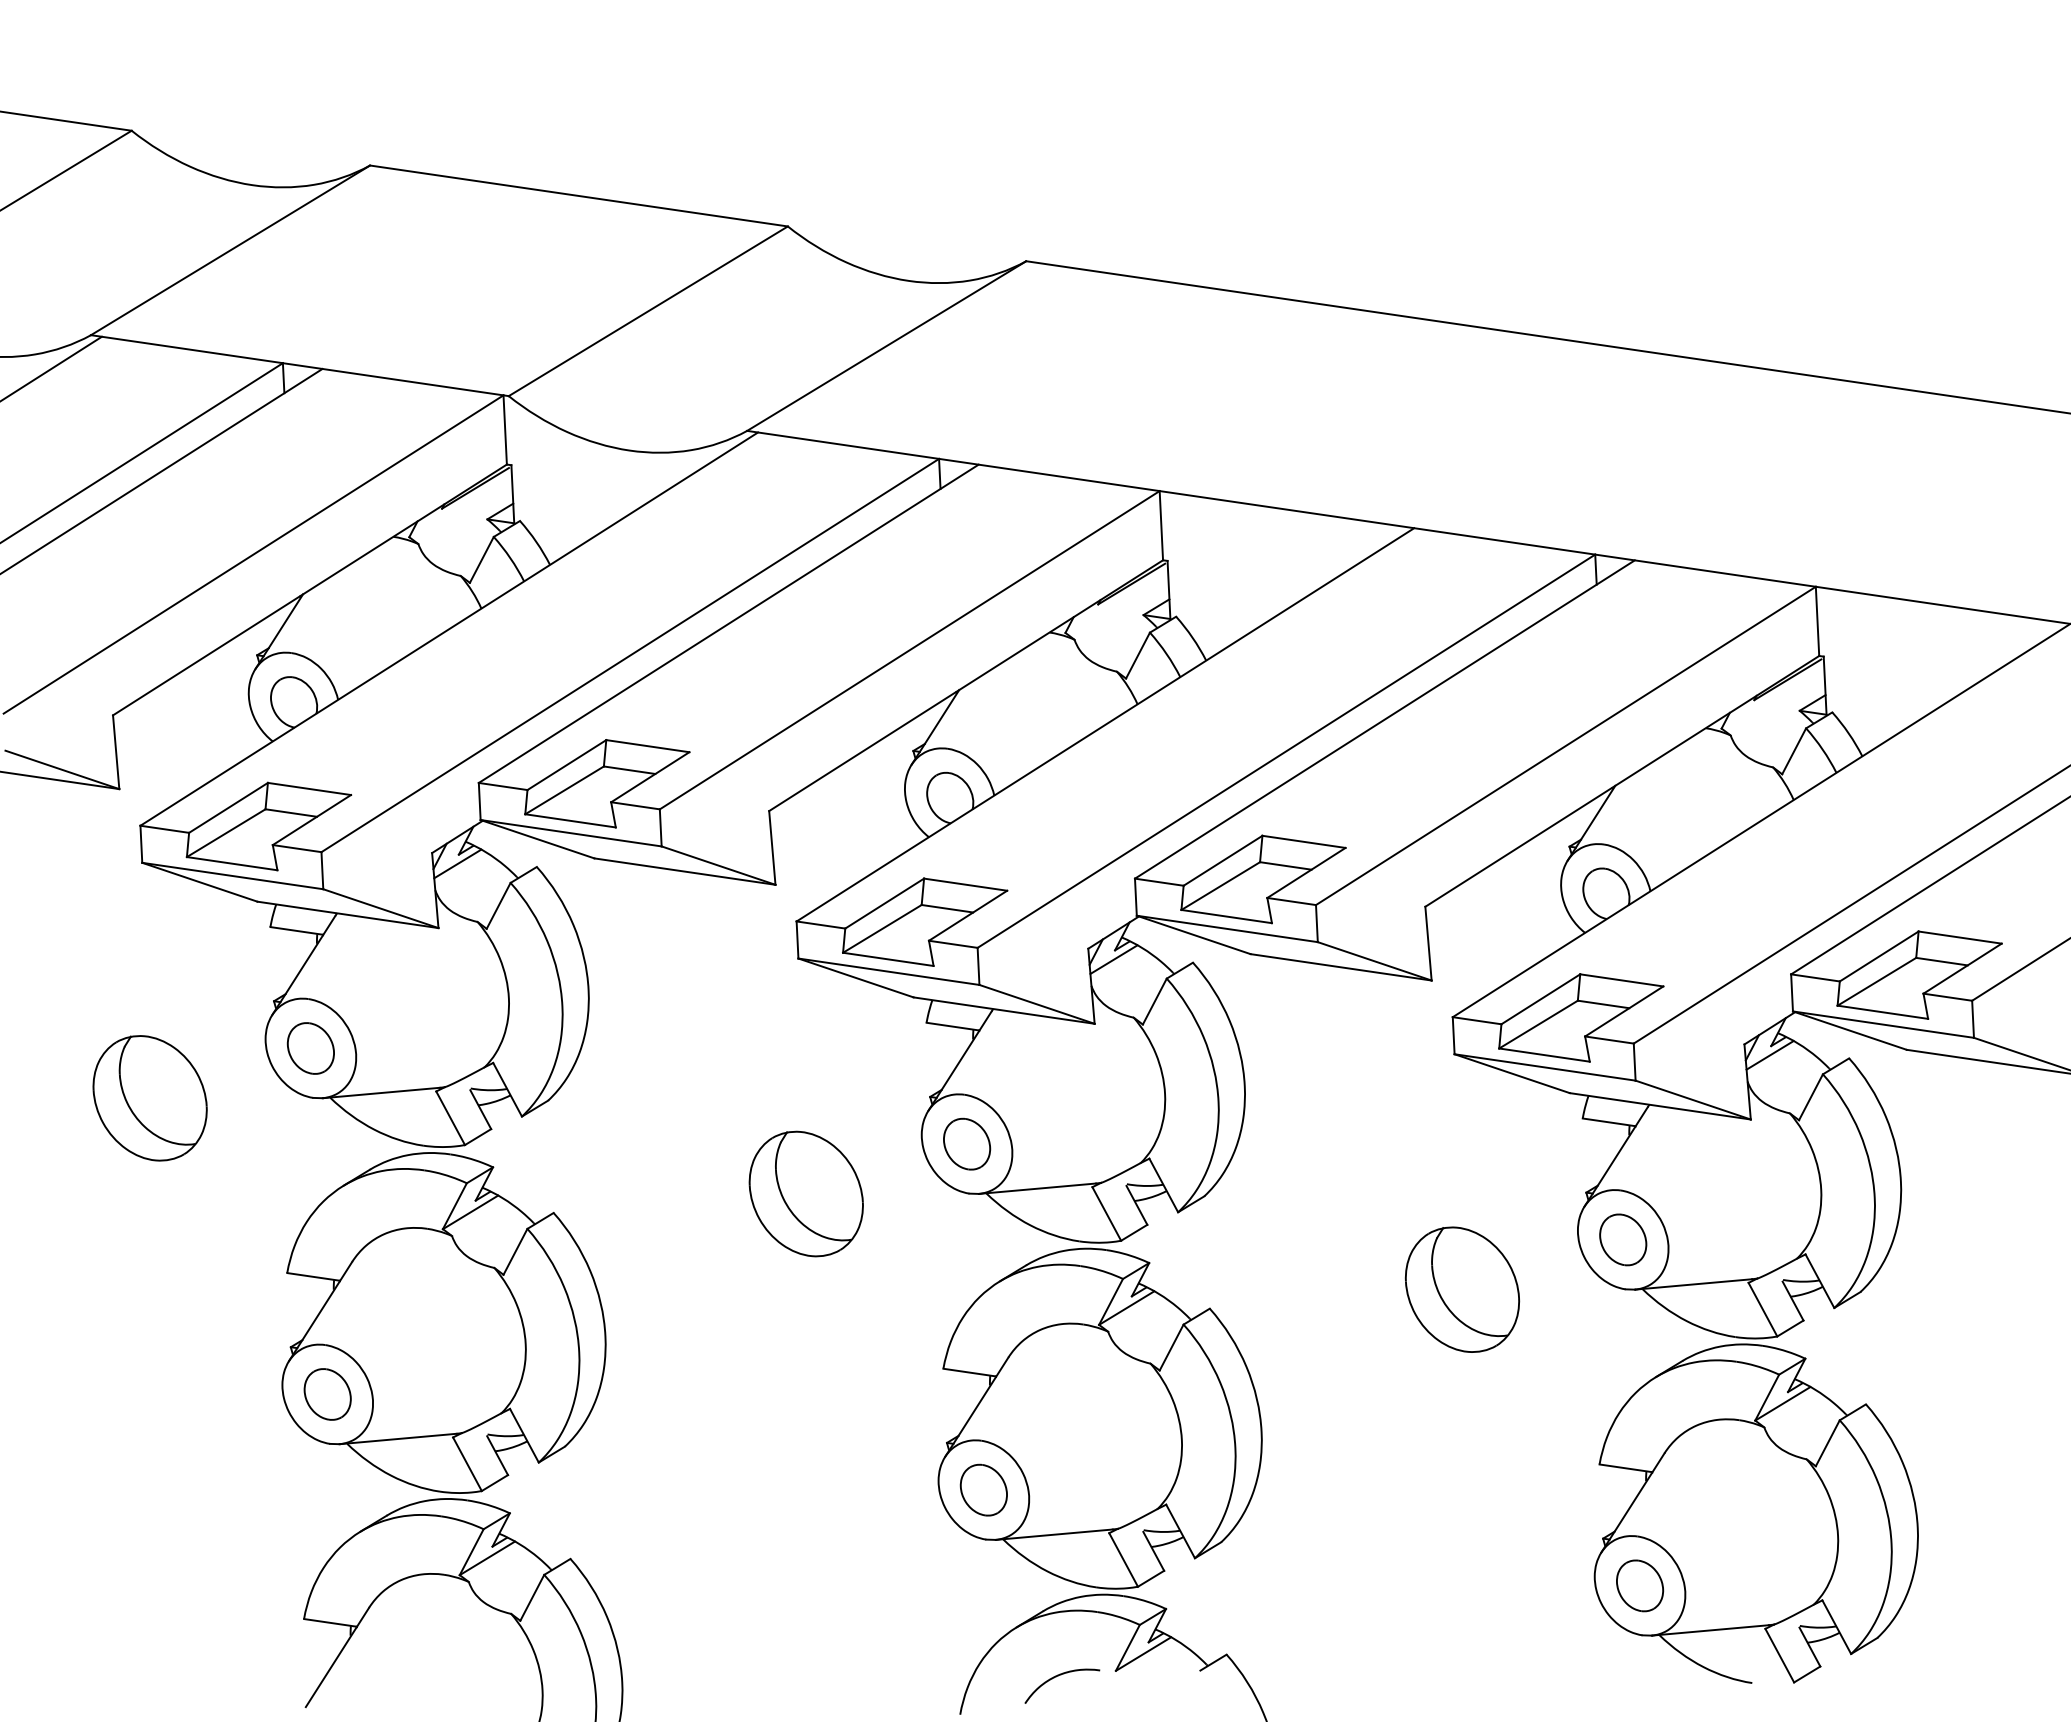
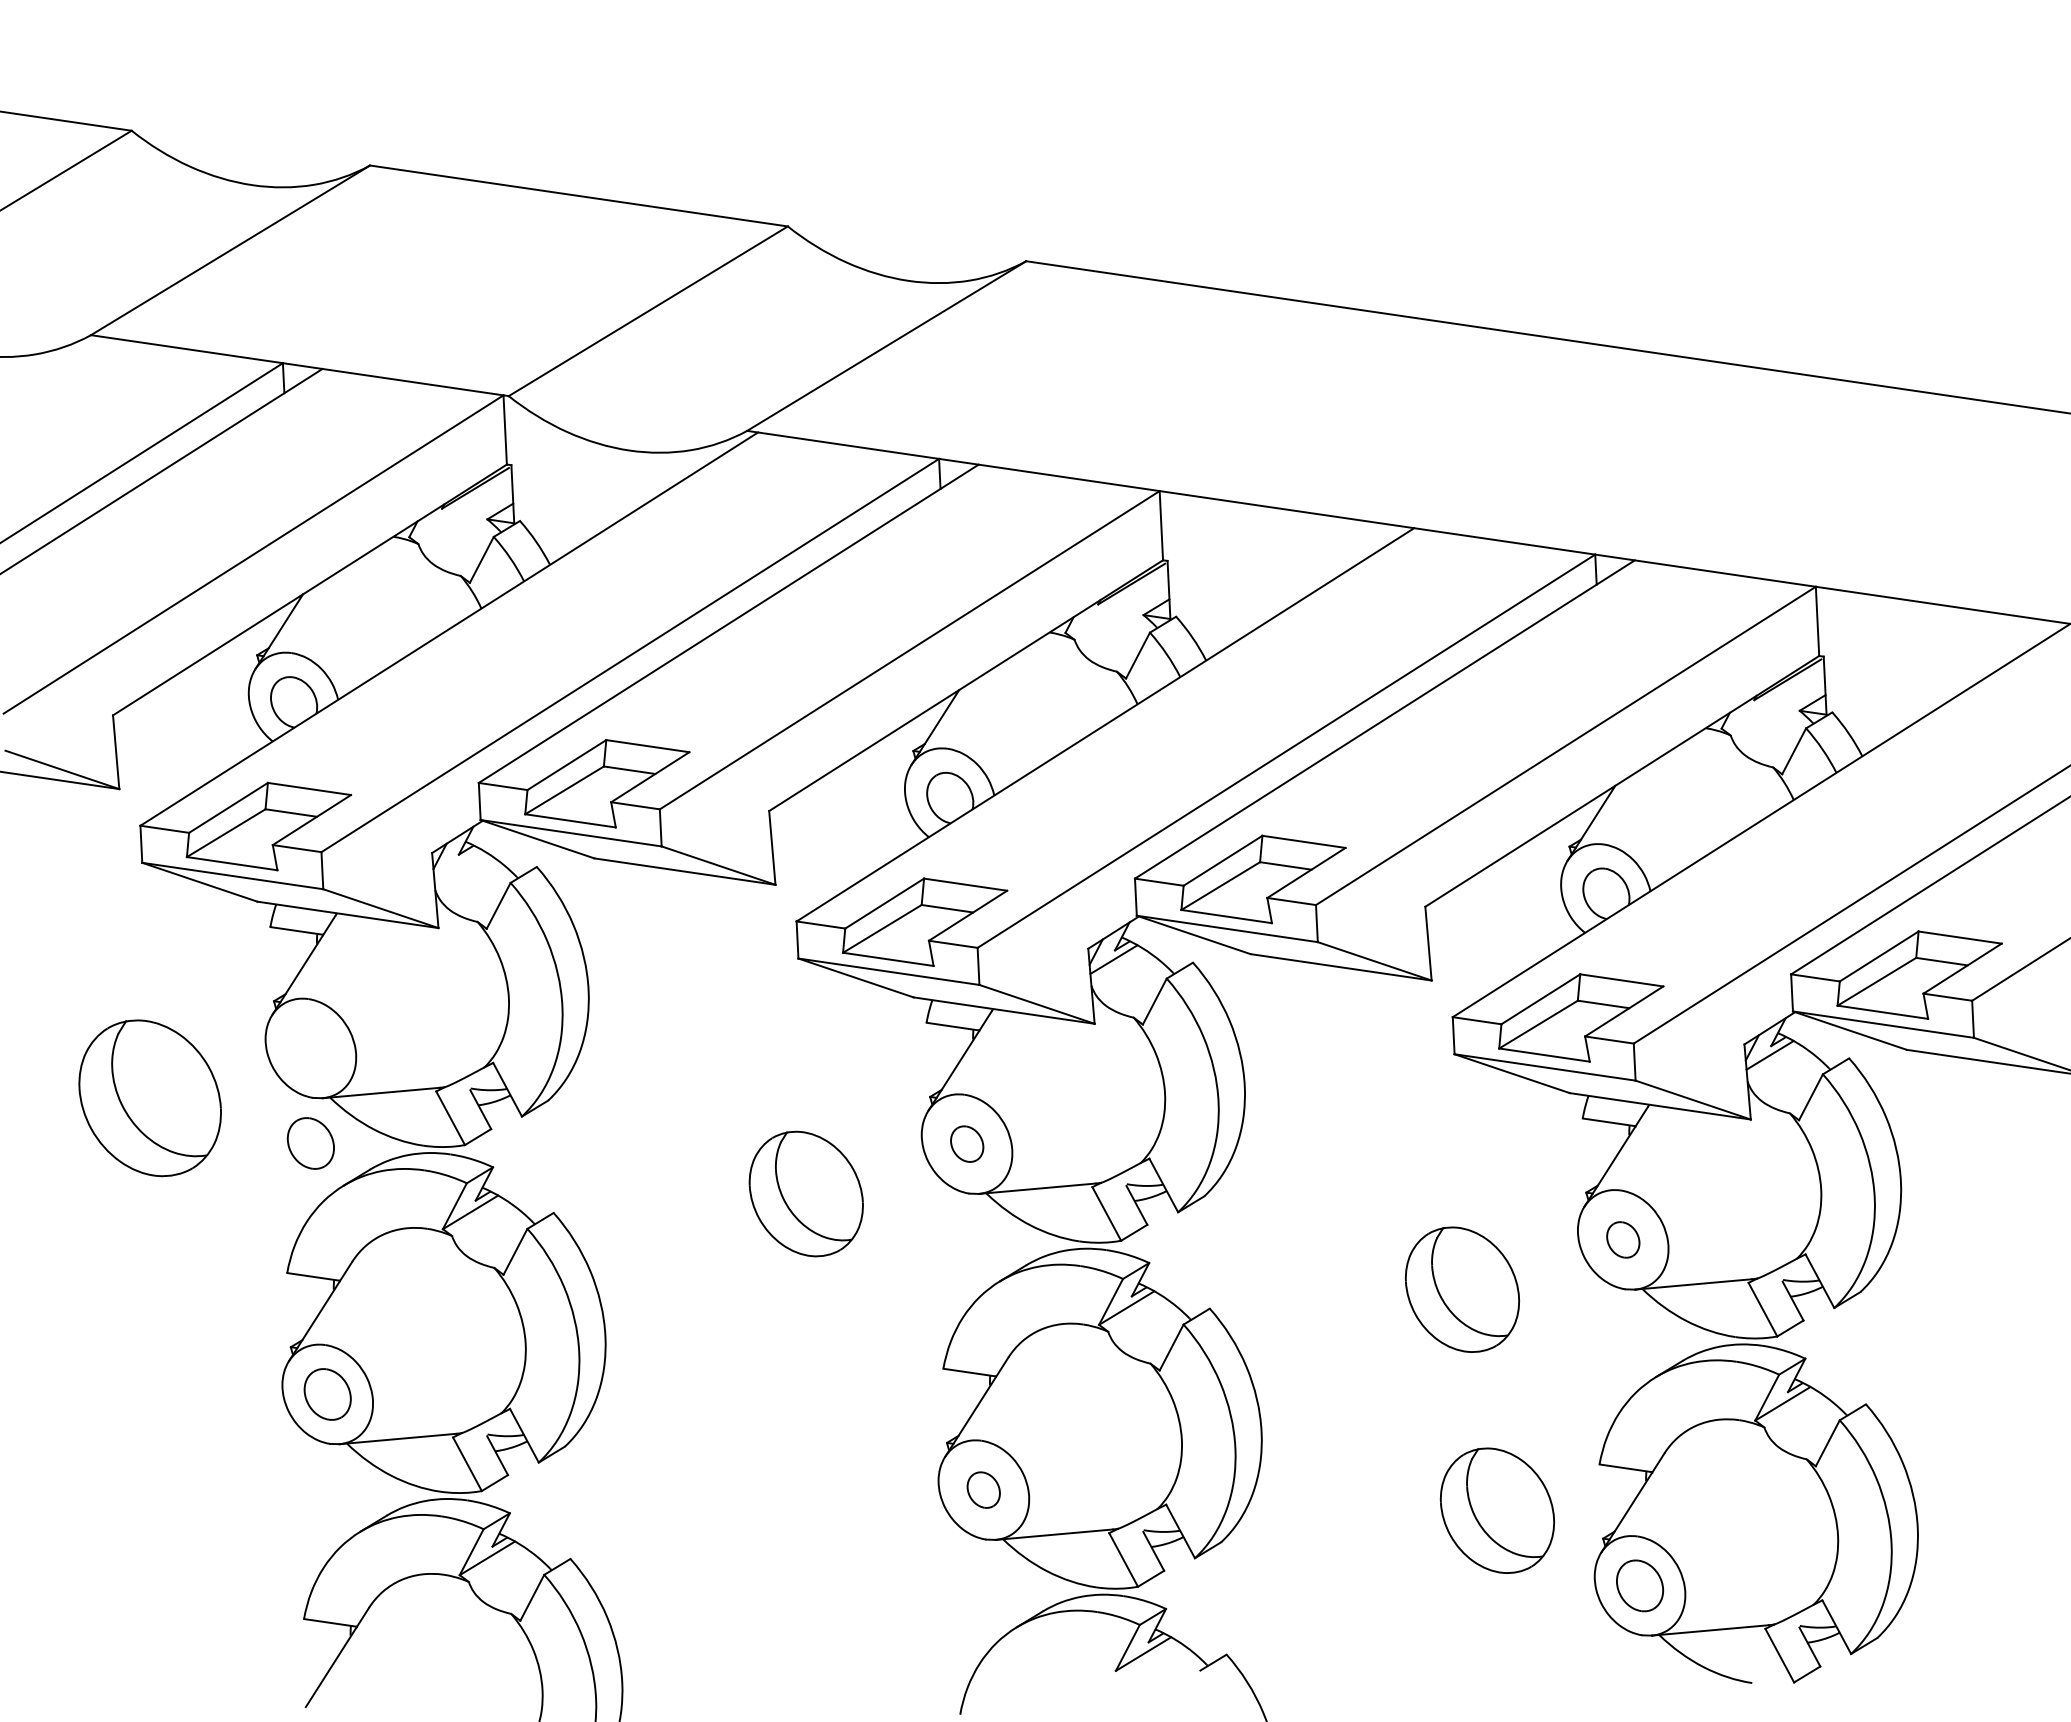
line at (51, 368): present -> none
line at (457, 863): present -> none
part at (310, 1048) position: (310, 1048) -> (310, 1143)
part at (149, 1098) size: 116x127 px -> 144x159 px
part at (967, 1143) size: 49x54 px -> 35x38 px
part at (1623, 1239) size: 49x54 px -> 35x38 px
part at (983, 1489) size: 49x54 px -> 35x38 px
part at (1497, 1510): none -> present
curve at (1058, 1676): present -> none
